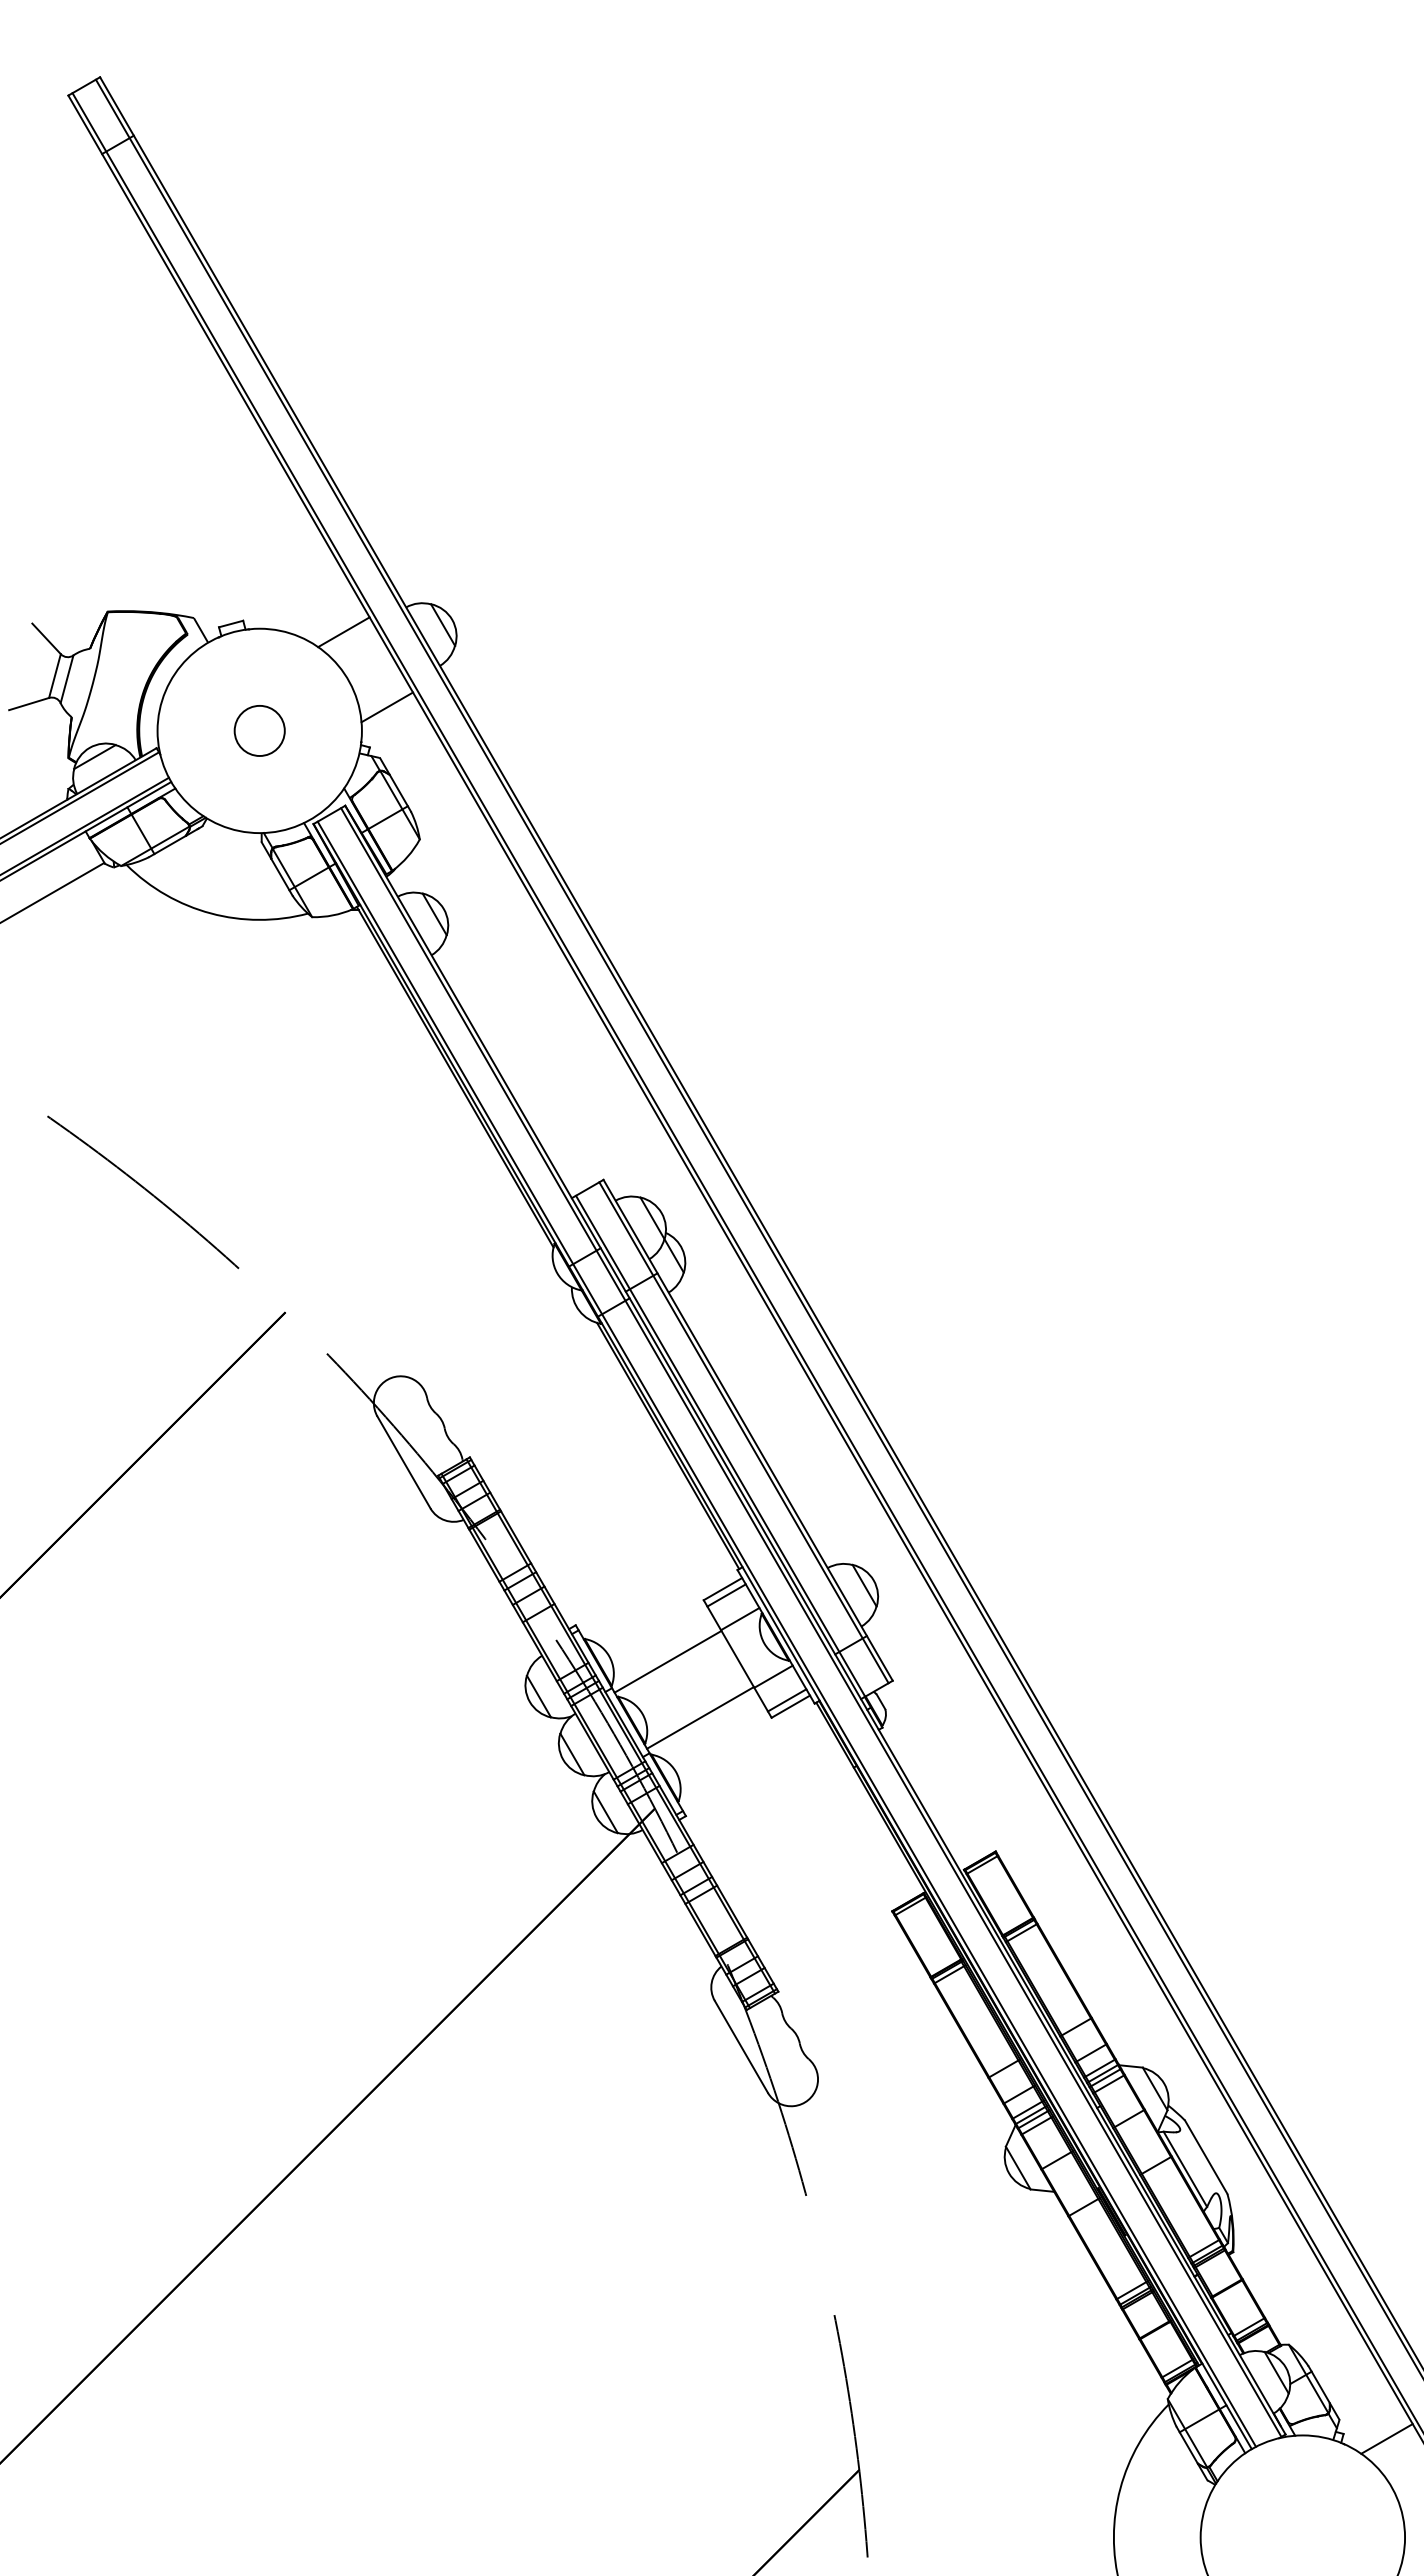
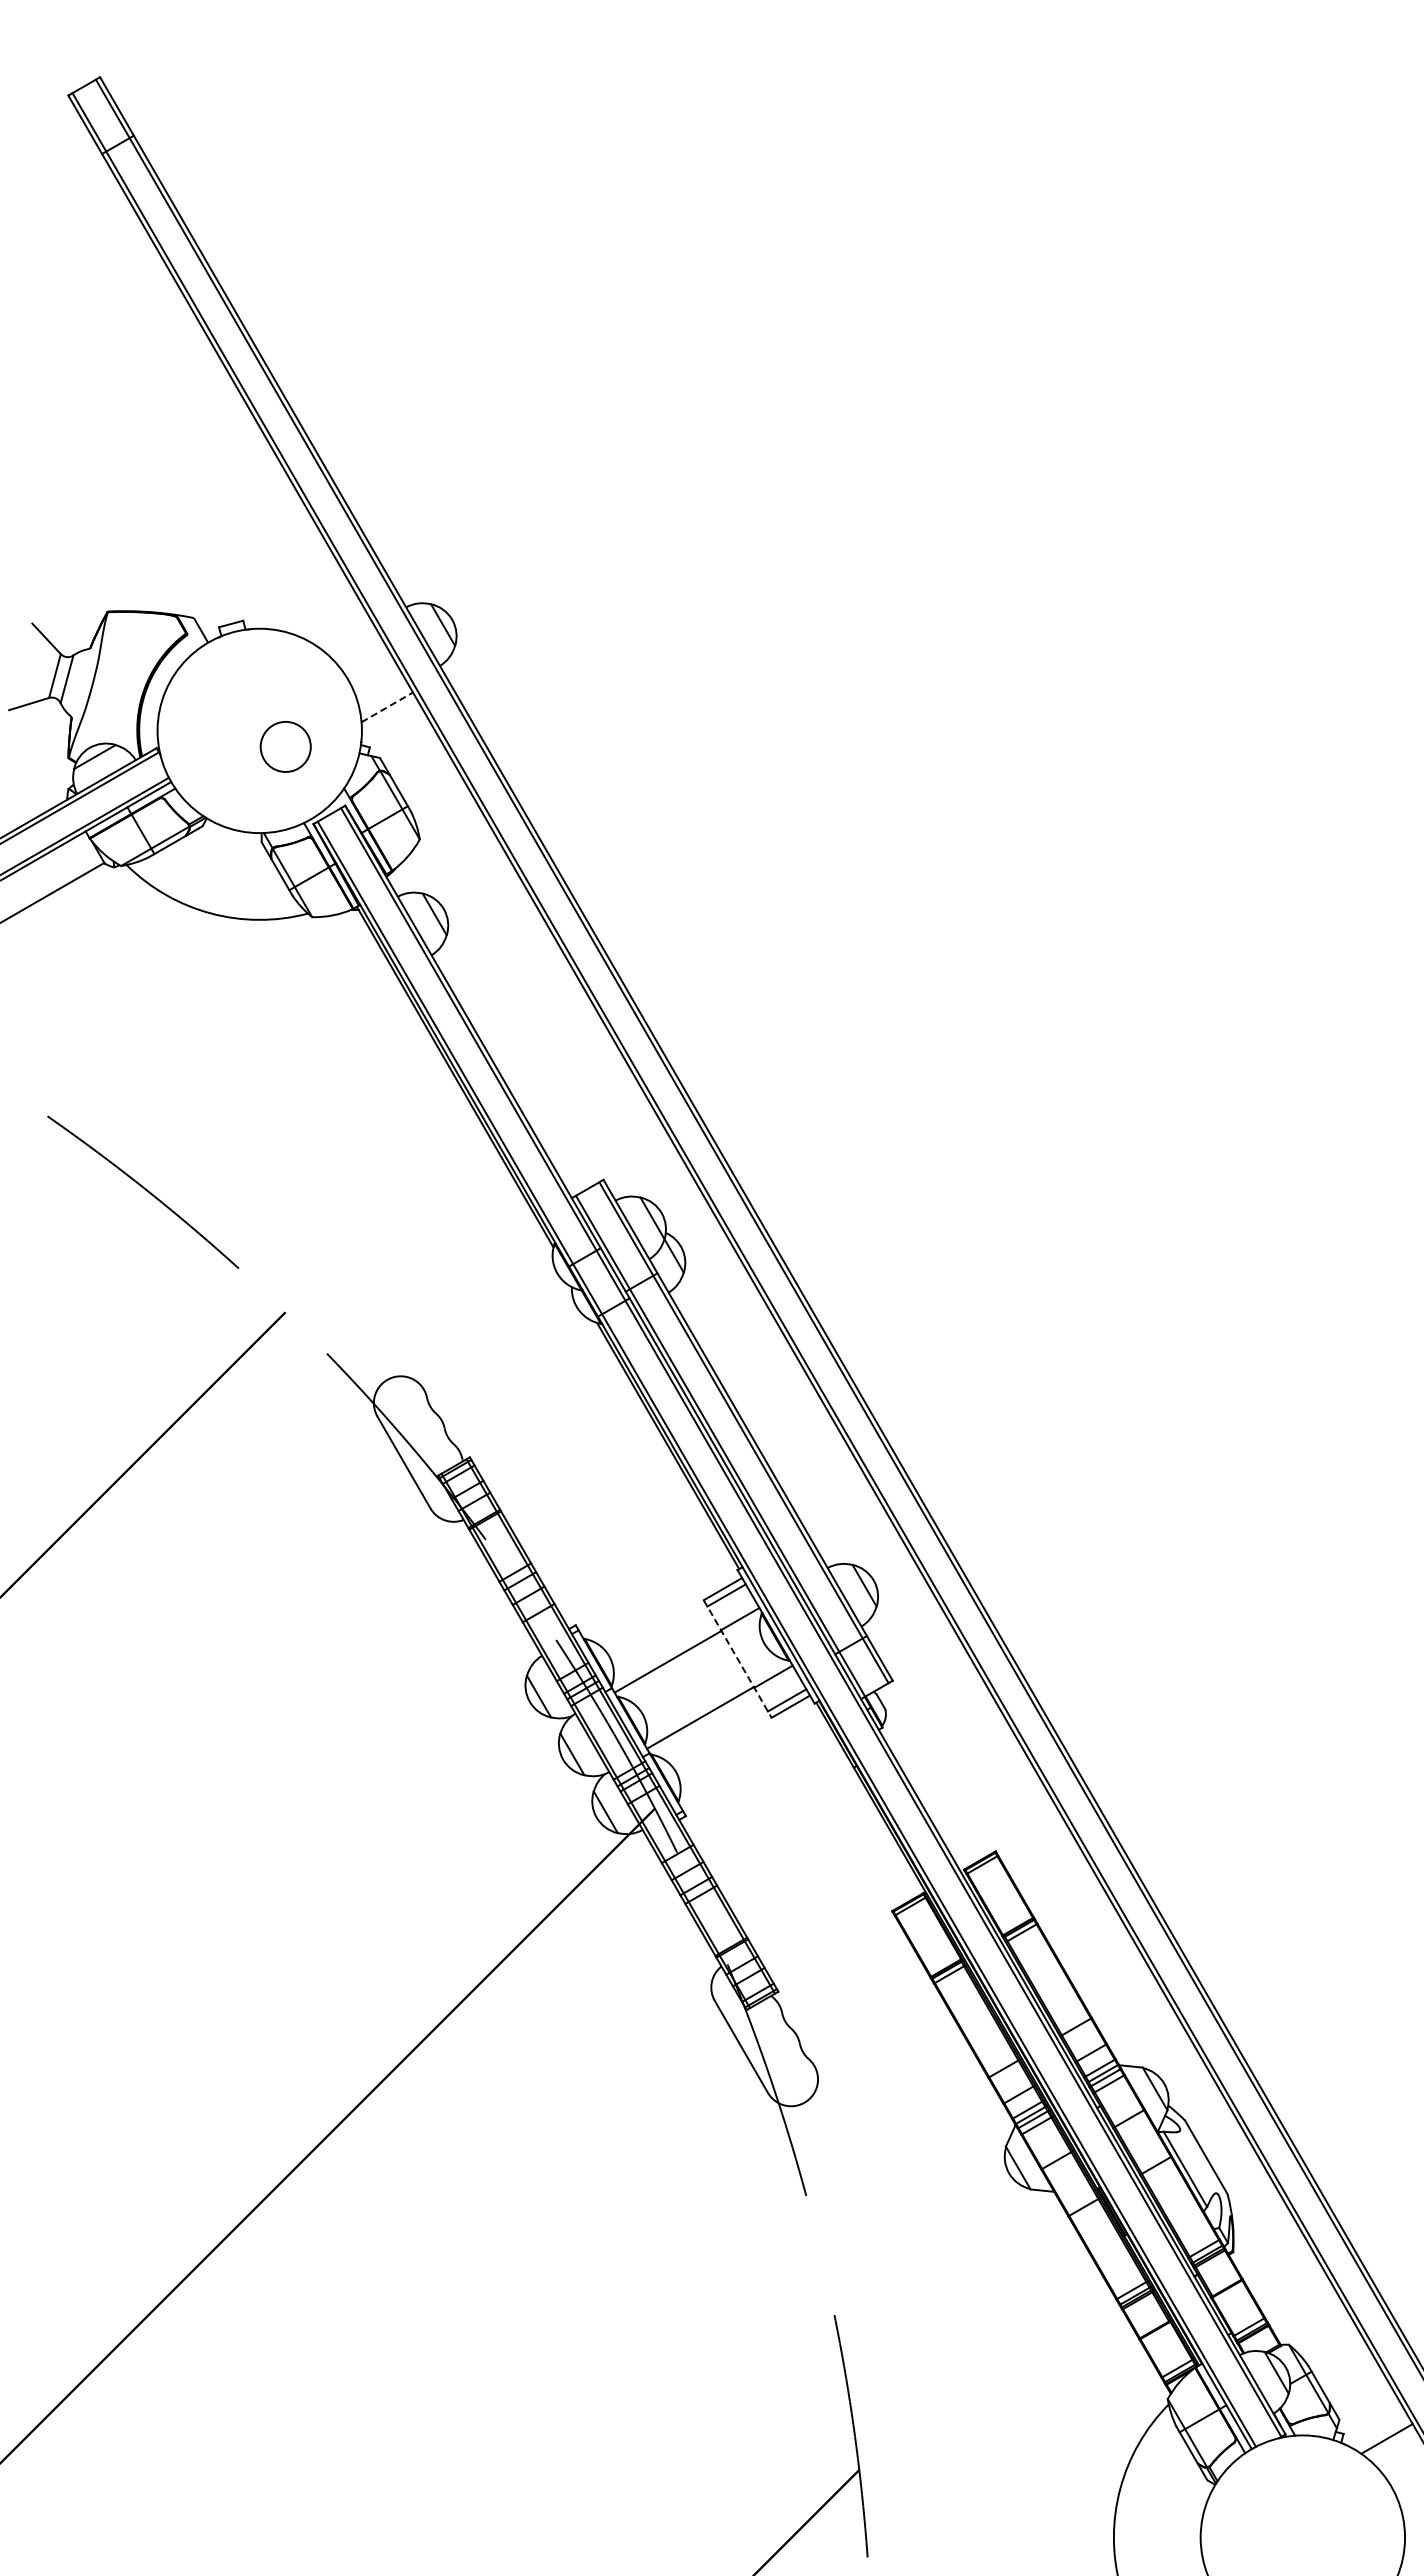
line at (343, 632): present -> none
line at (387, 707): solid -> dashed
circle at (259, 730) position: (259, 730) -> (285, 746)
line at (737, 1659): solid -> dashed
